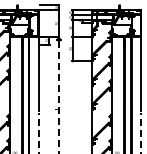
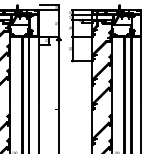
line at (58, 97): dashed -> solid
line at (39, 132): dashed -> solid
line at (141, 132): dashed -> solid
